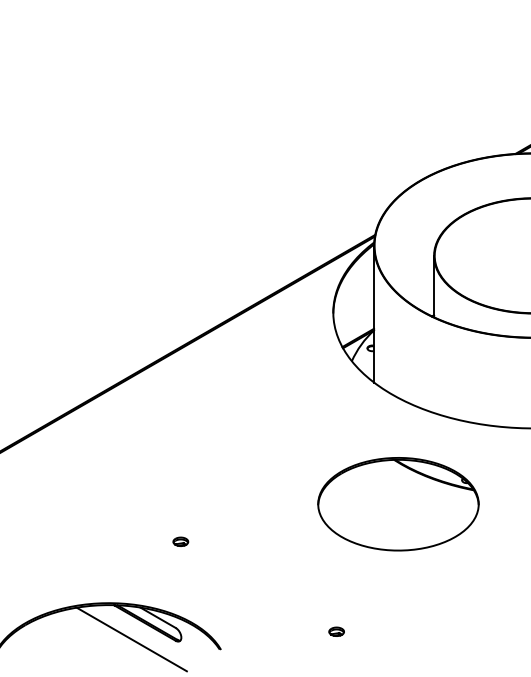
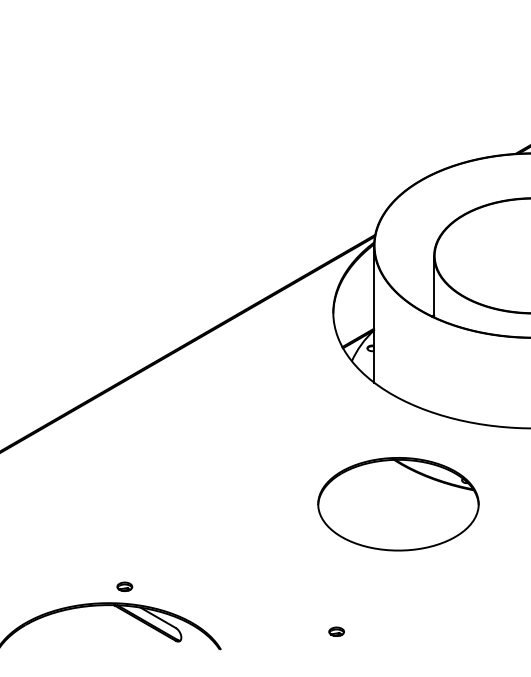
part at (180, 541) position: (180, 541) -> (124, 586)
line at (131, 639): present -> none
